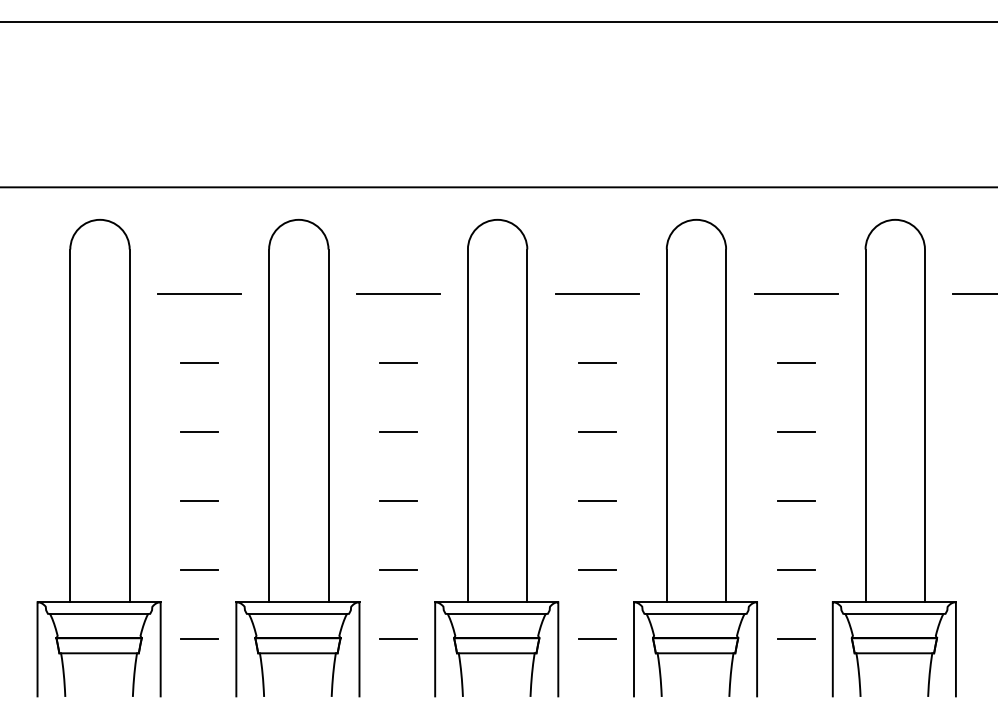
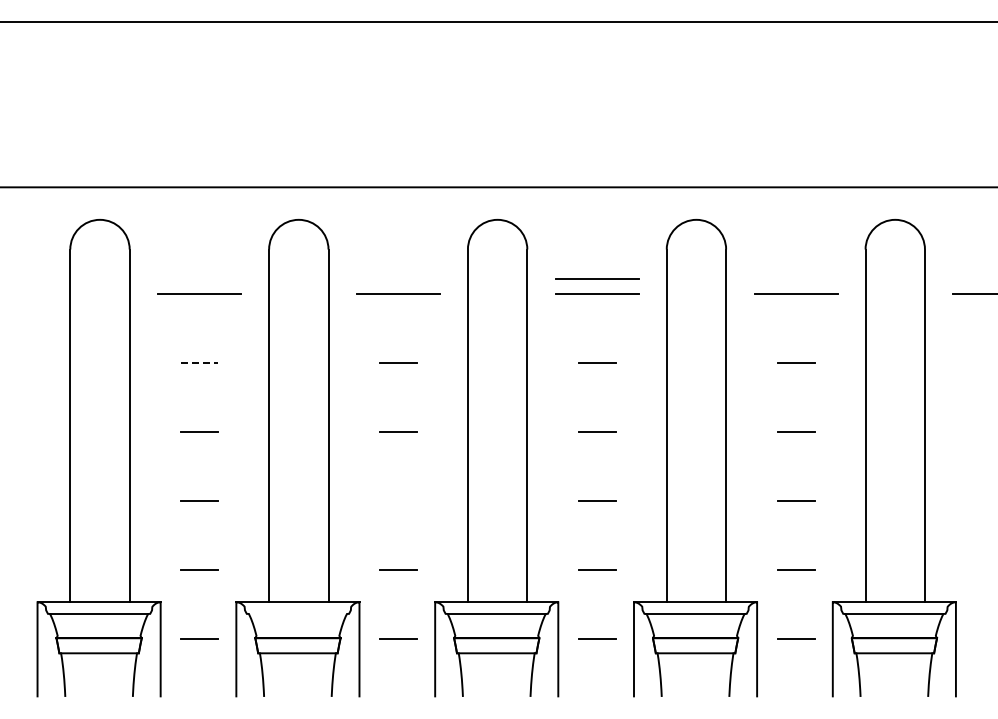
line at (597, 278): none -> present
line at (200, 362): solid -> dashed
line at (398, 500): present -> none
line at (297, 613): present -> none
